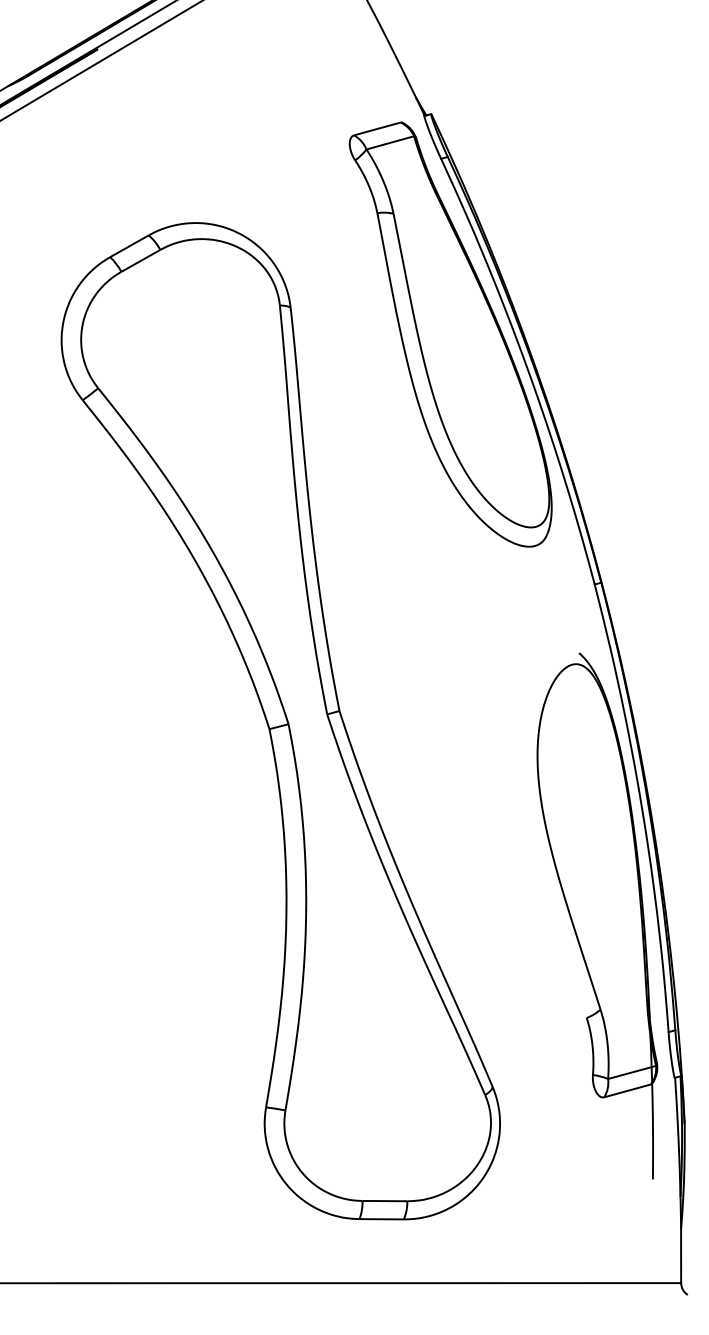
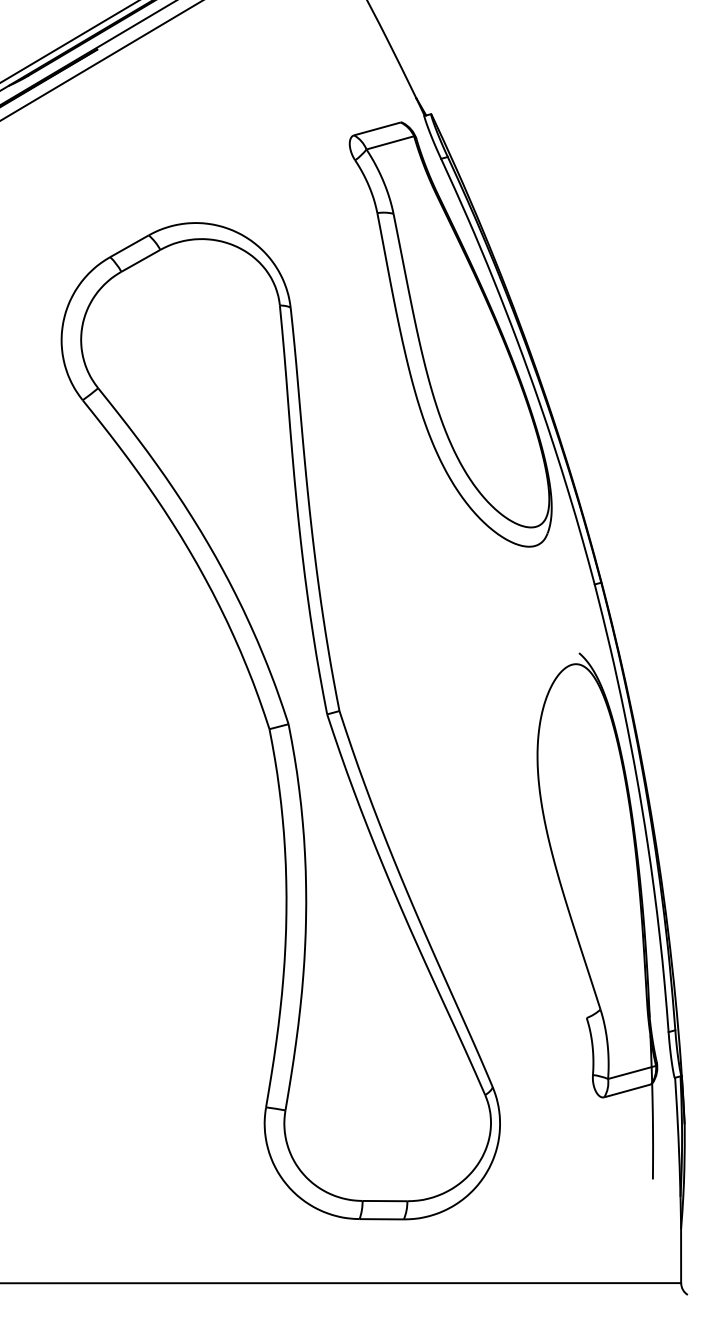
line at (68, 41): none -> present
